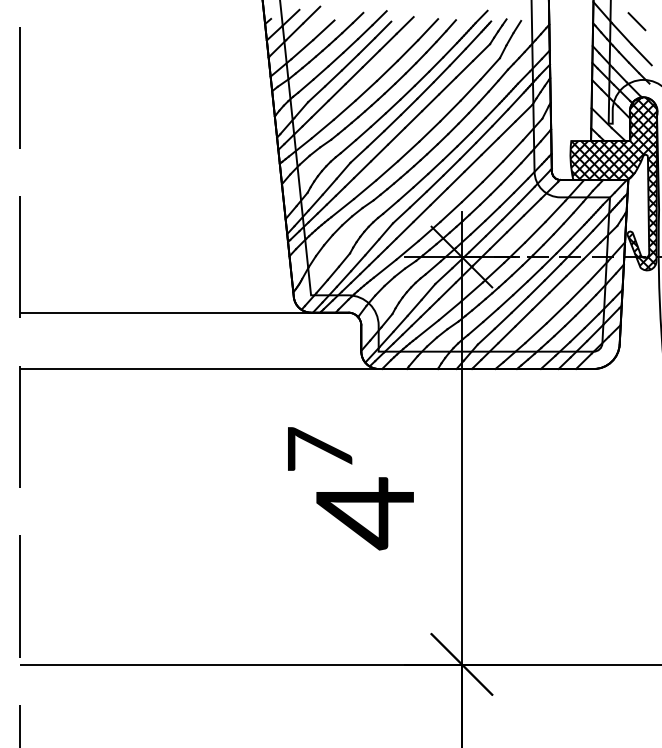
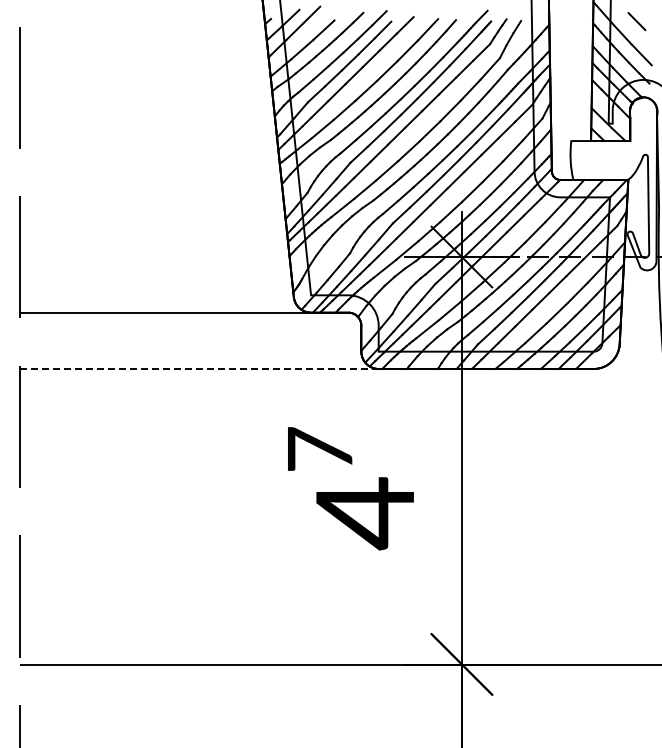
hatch at (613, 183): present -> none
line at (199, 369): solid -> dashed
